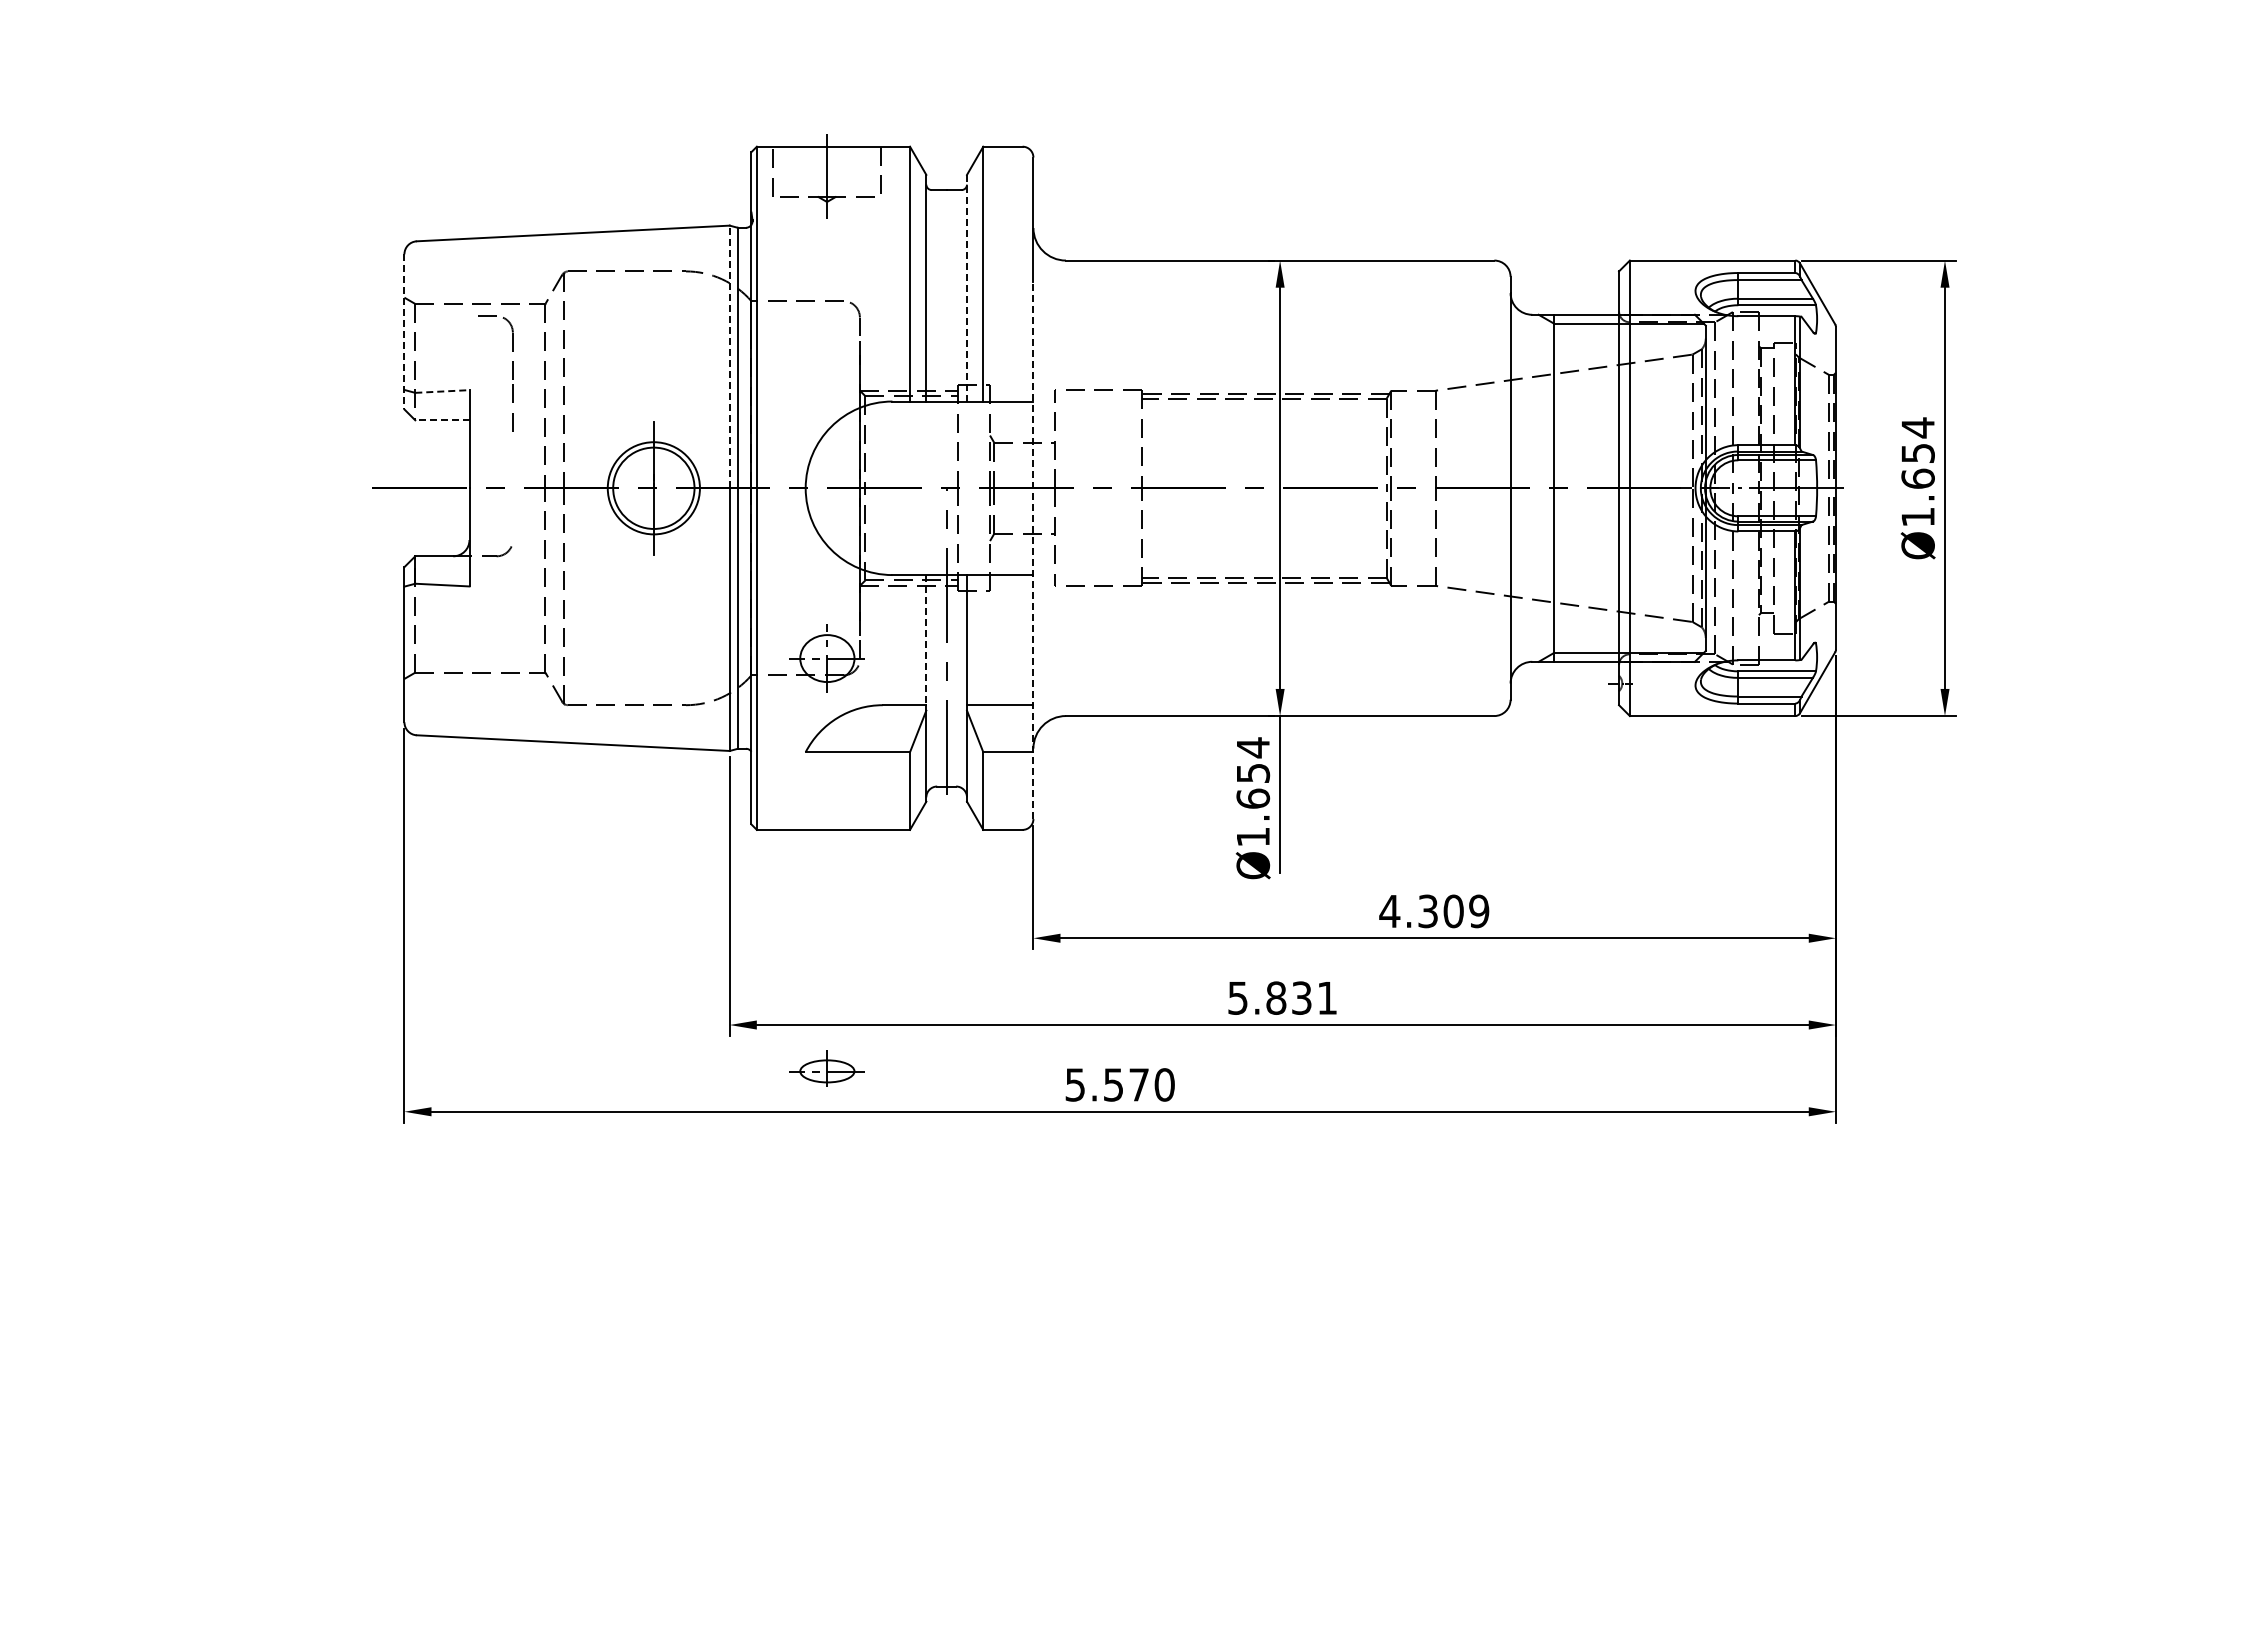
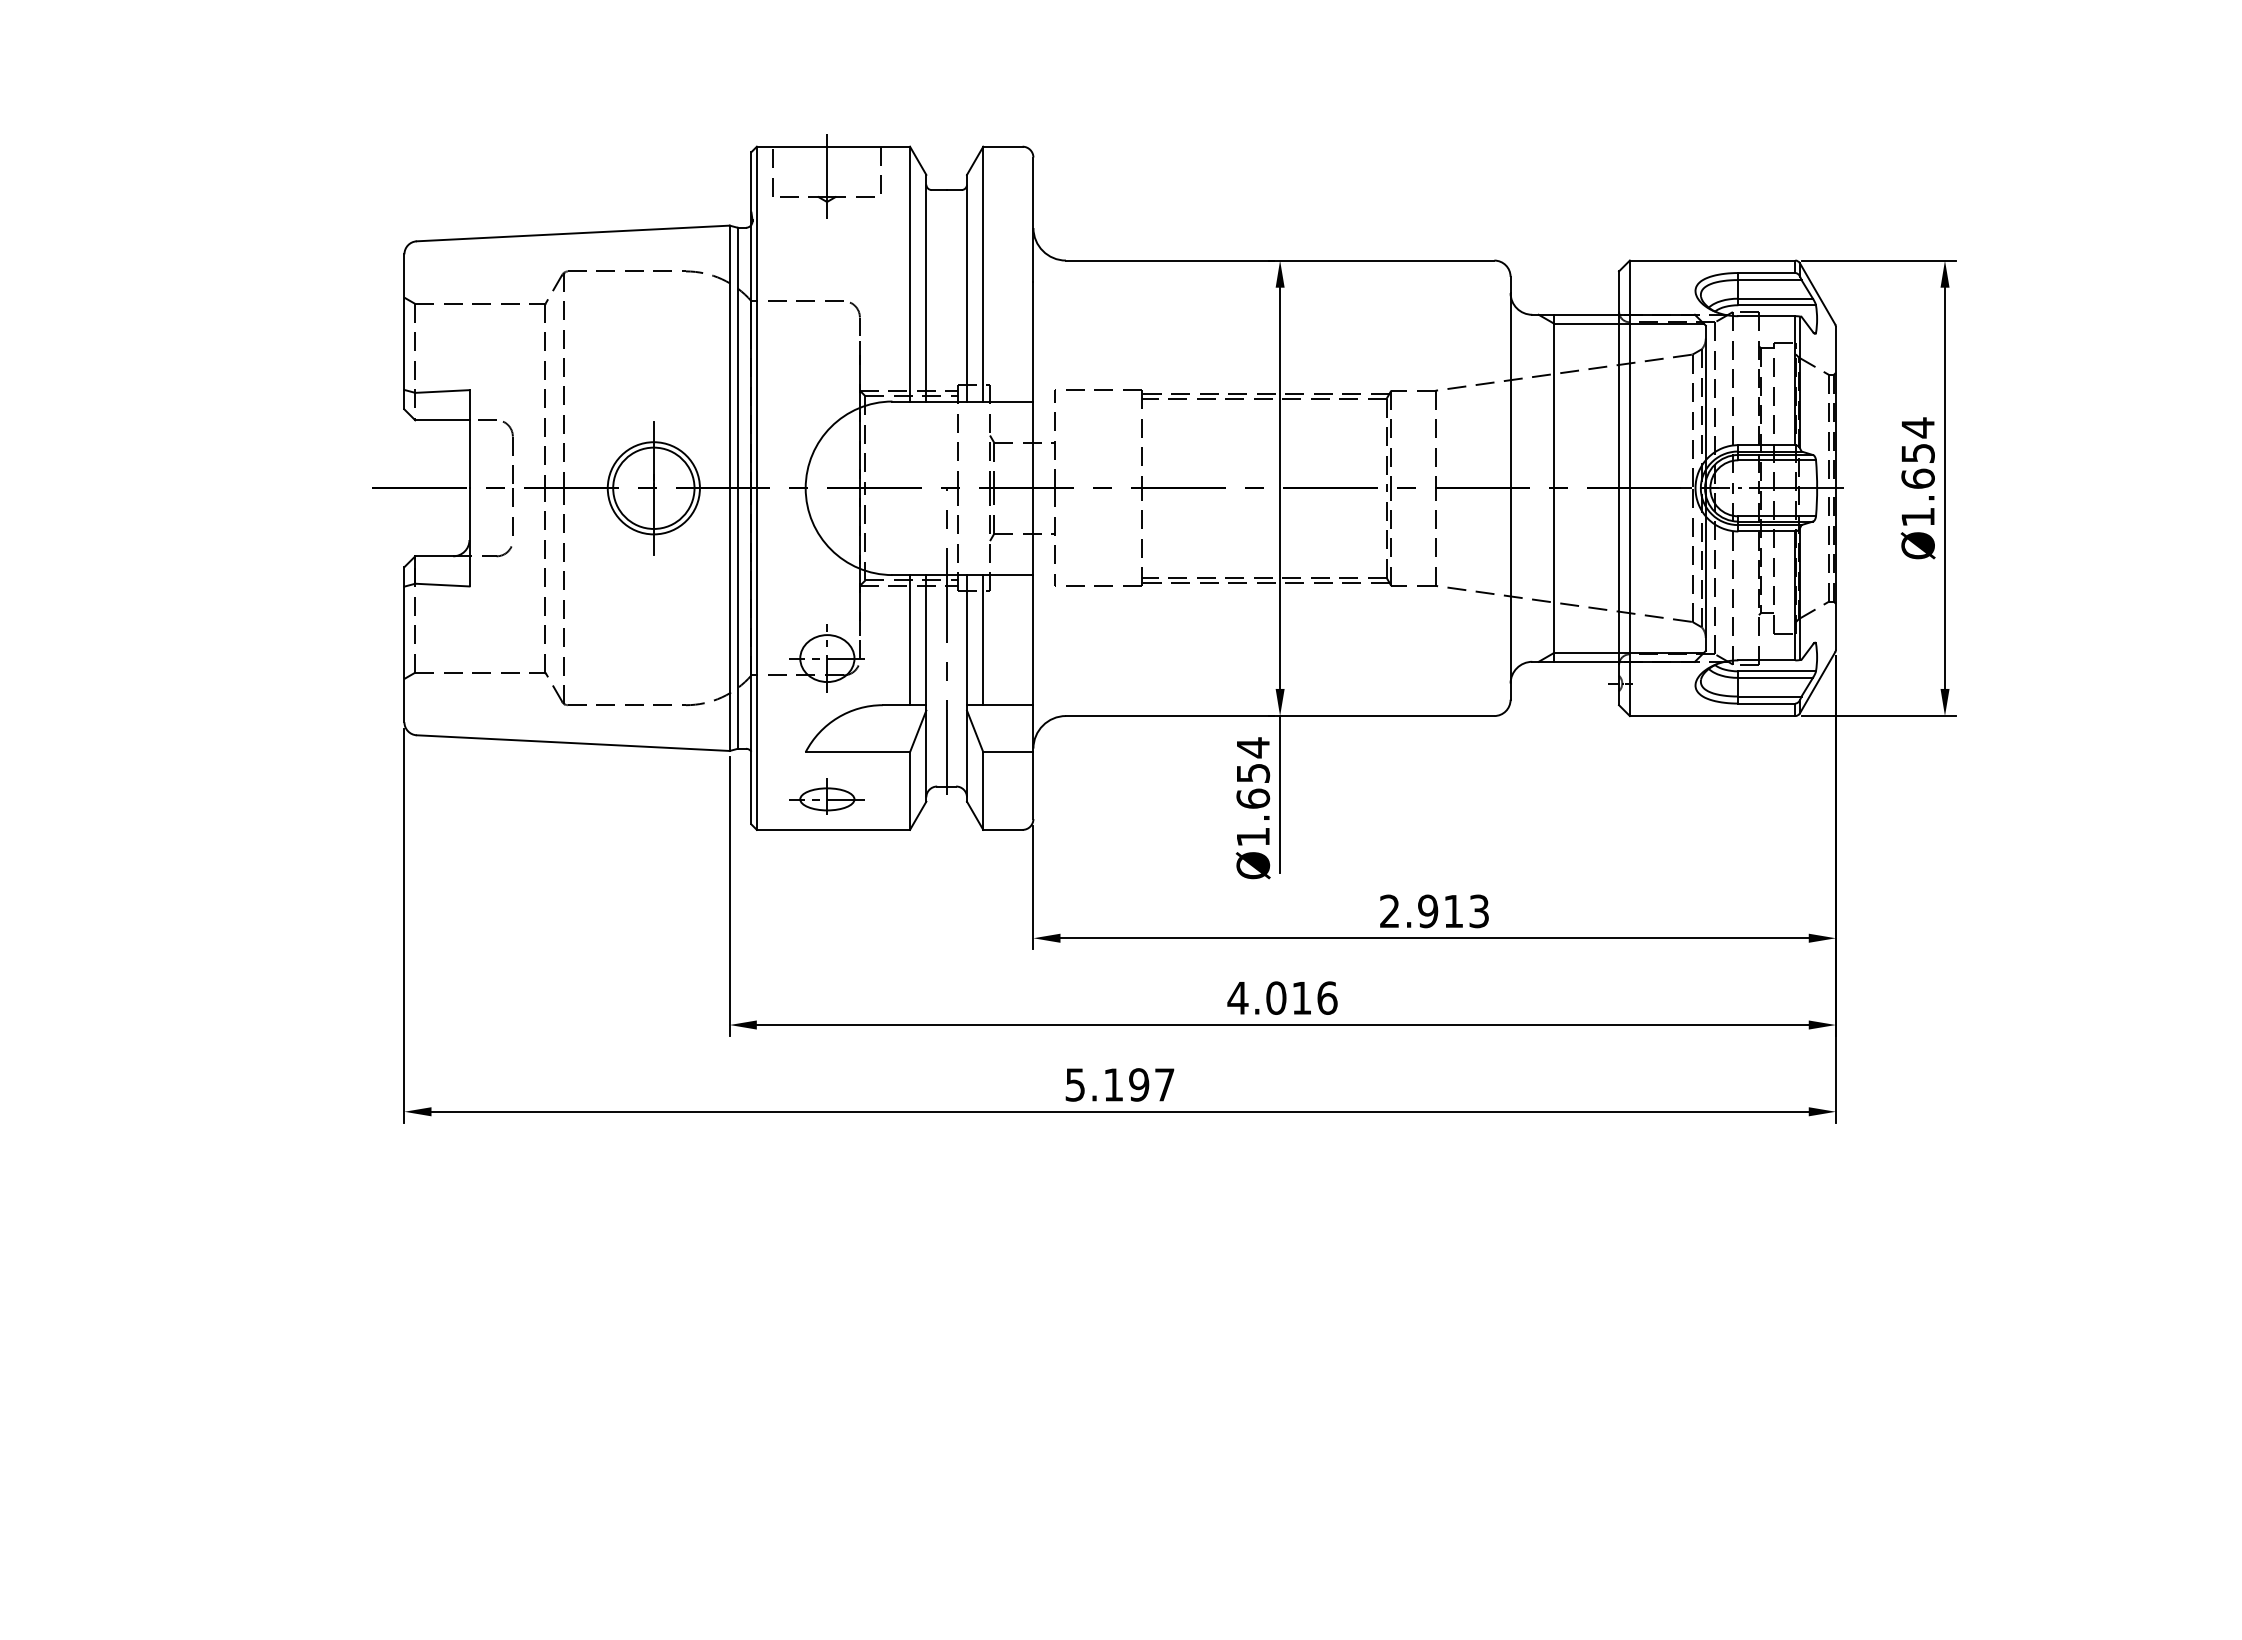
line at (967, 287): dashed -> solid
line at (404, 331): dashed -> solid
line at (729, 356): dashed -> solid
part at (512, 373) position: (512, 373) -> (512, 477)
line at (442, 391): dashed -> solid
line at (441, 420): dashed -> solid
line at (1033, 550): dashed -> solid
line at (910, 640): none -> present
line at (926, 640): dashed -> solid
line at (983, 640): none -> present
text at (1434, 911): 4.309 -> 2.913
text at (1282, 997): 5.831 -> 4.016
part at (826, 1068) position: (826, 1068) -> (826, 796)
text at (1139, 1084): 5.570 -> 5.197
